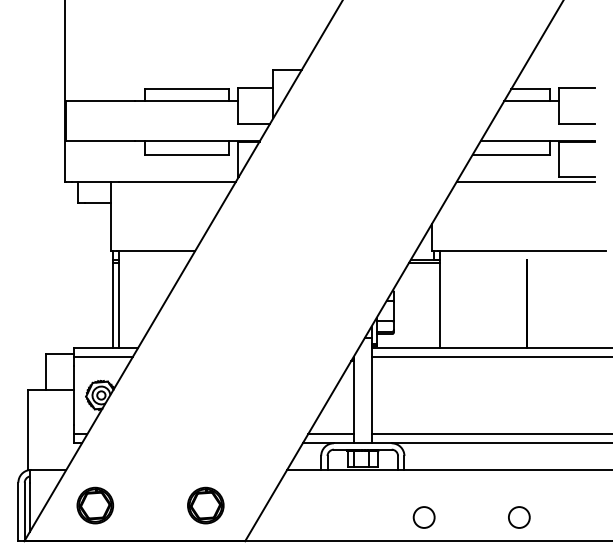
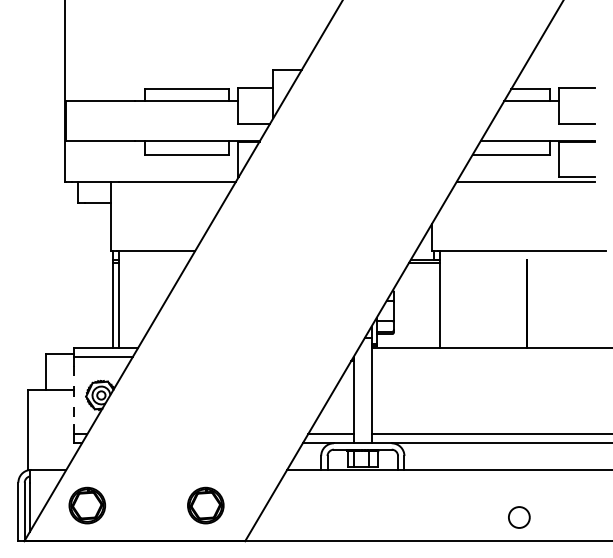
line at (490, 357): present -> none
line at (74, 396): solid -> dashed
part at (95, 505) position: (95, 505) -> (87, 505)
circle at (423, 517): present -> none
